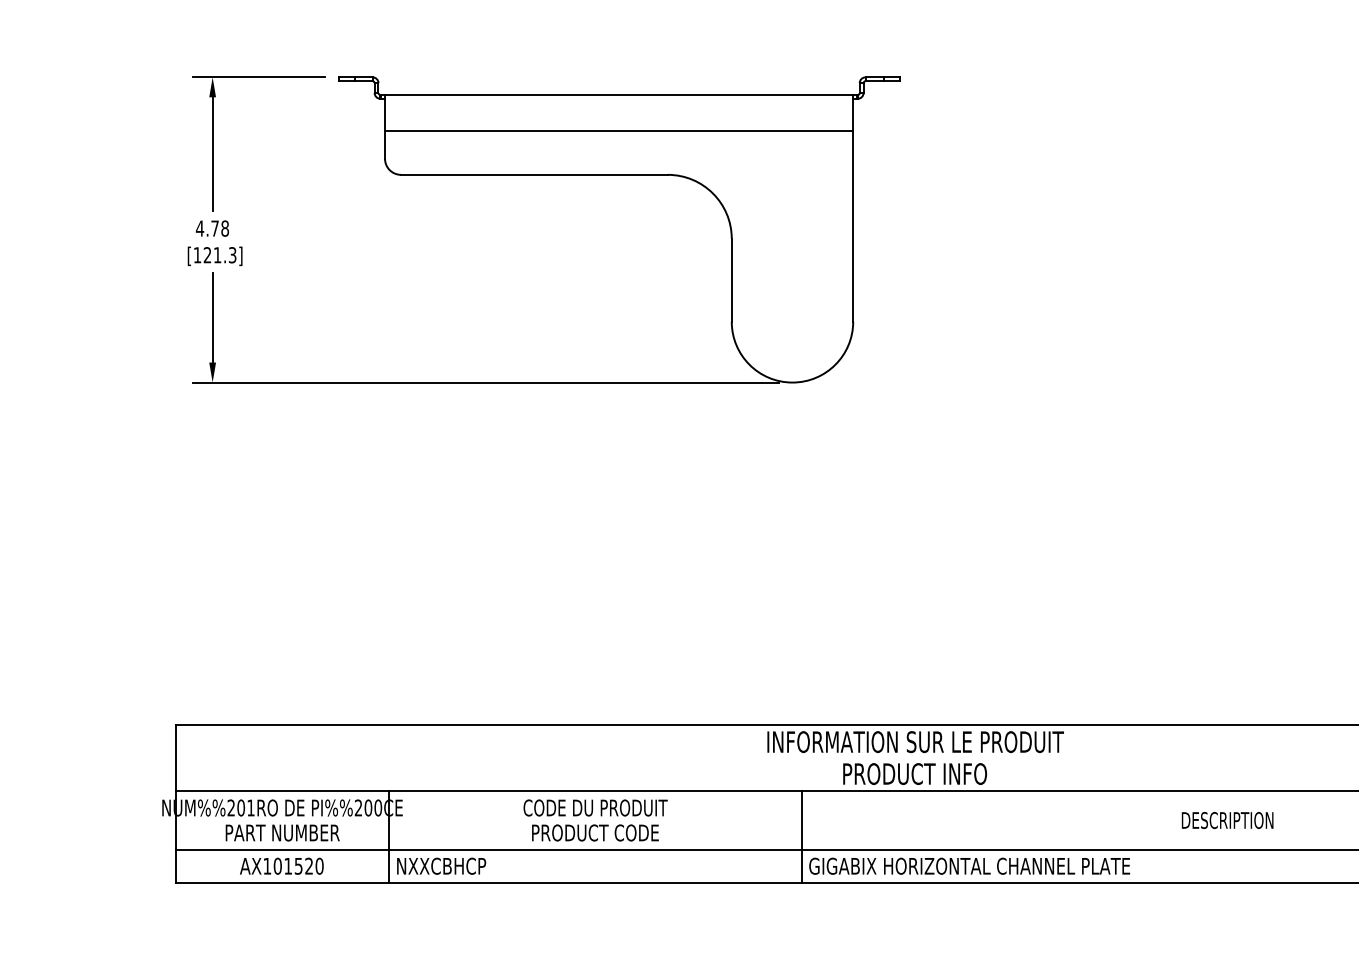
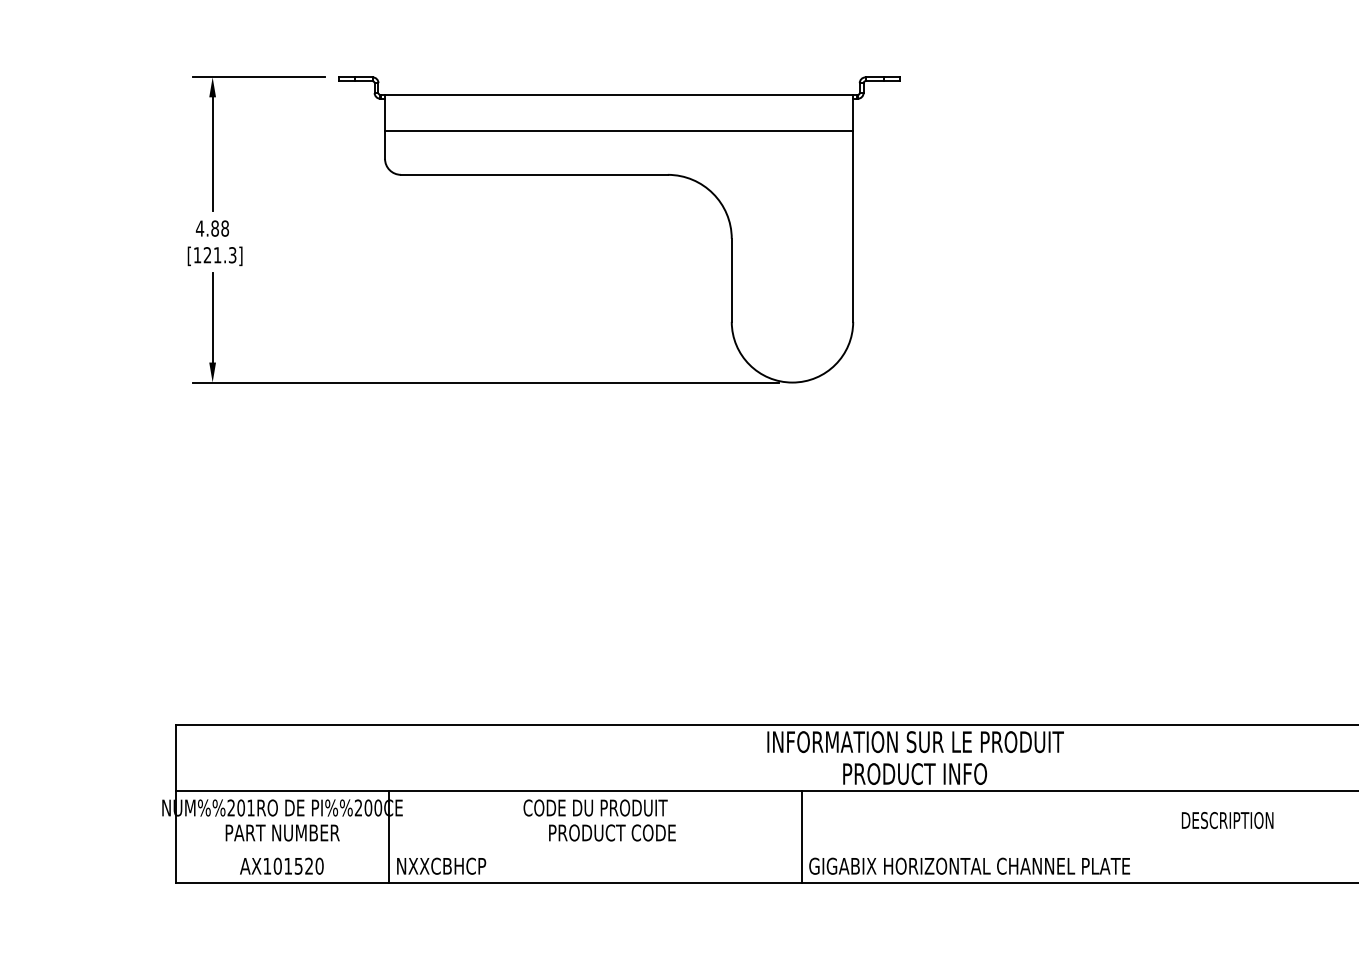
text at (214, 228): 4.78 -> 4.88
text at (595, 832) position: (595, 832) -> (612, 832)
line at (765, 849): present -> none
